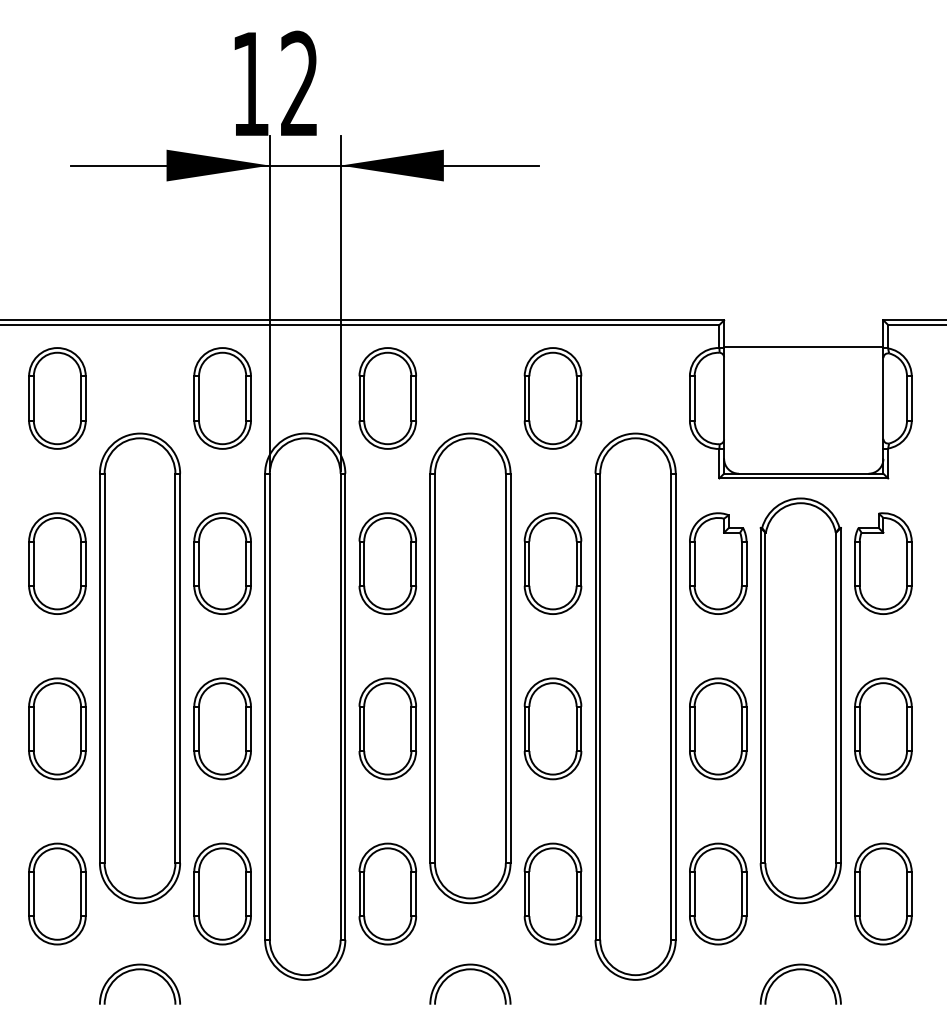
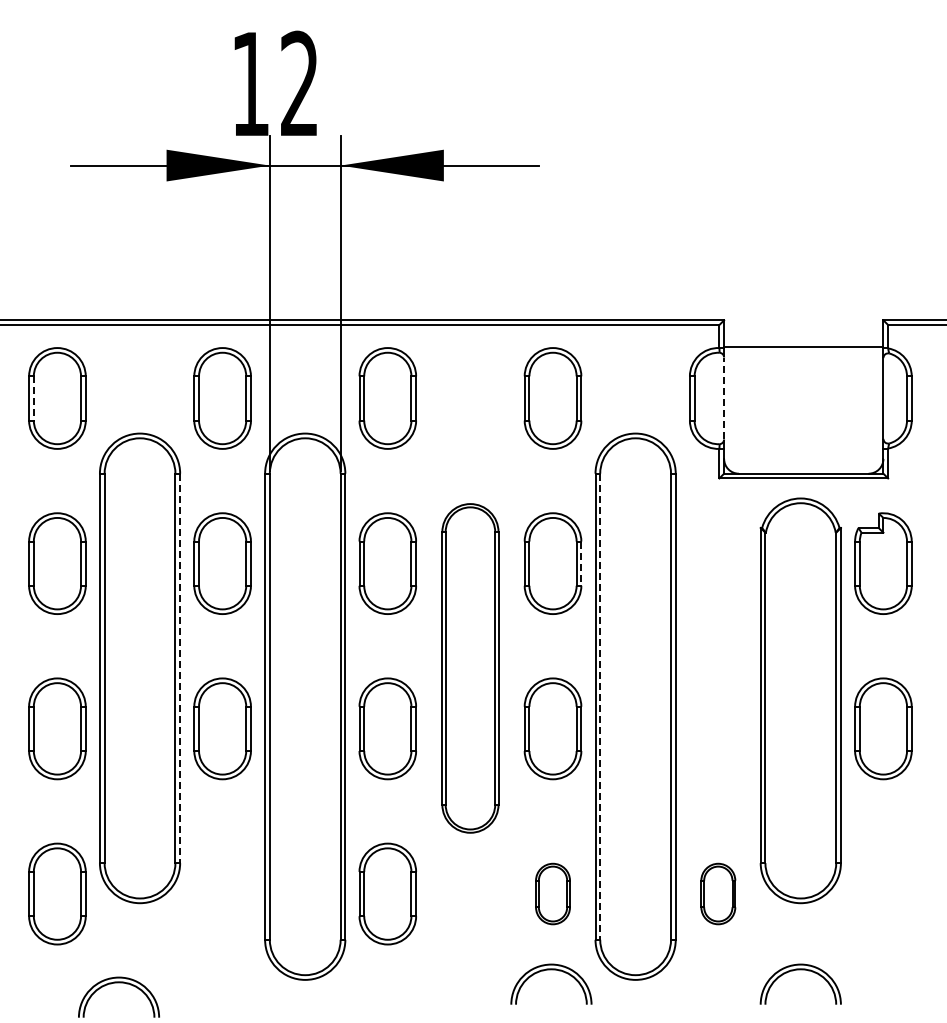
line at (33, 398): solid -> dashed
line at (724, 398): solid -> dashed
part at (718, 563): present -> none
line at (581, 564): solid -> dashed
line at (180, 668): solid -> dashed
part at (470, 668) size: 83x473 px -> 59x331 px
line at (600, 707): solid -> dashed
part at (718, 728): present -> none
part at (222, 893): present -> none
part at (552, 893) size: 60x104 px -> 36x64 px
part at (718, 893) size: 59x104 px -> 37x64 px
part at (883, 893): present -> none
part at (139, 970) position: (139, 970) -> (118, 983)
part at (470, 970) position: (470, 970) -> (551, 970)
